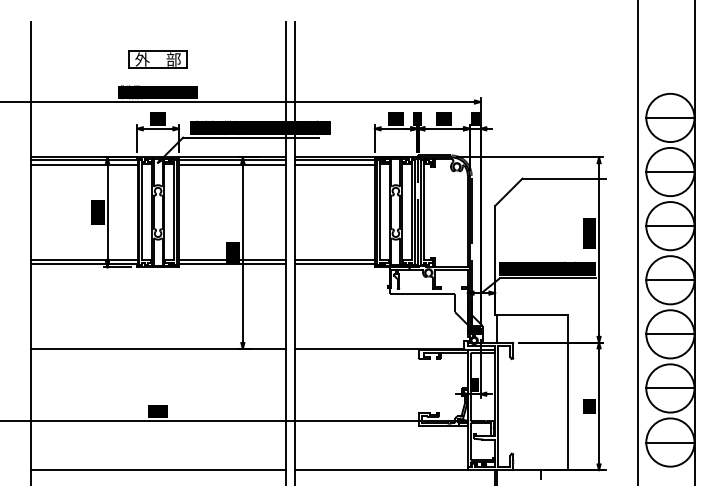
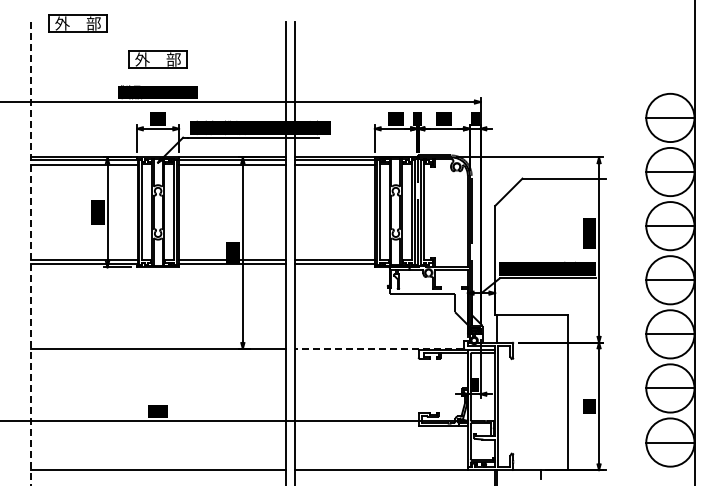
part at (77, 23): none -> present
line at (638, 242): present -> none
line at (30, 253): solid -> dashed
line at (378, 348): solid -> dashed
